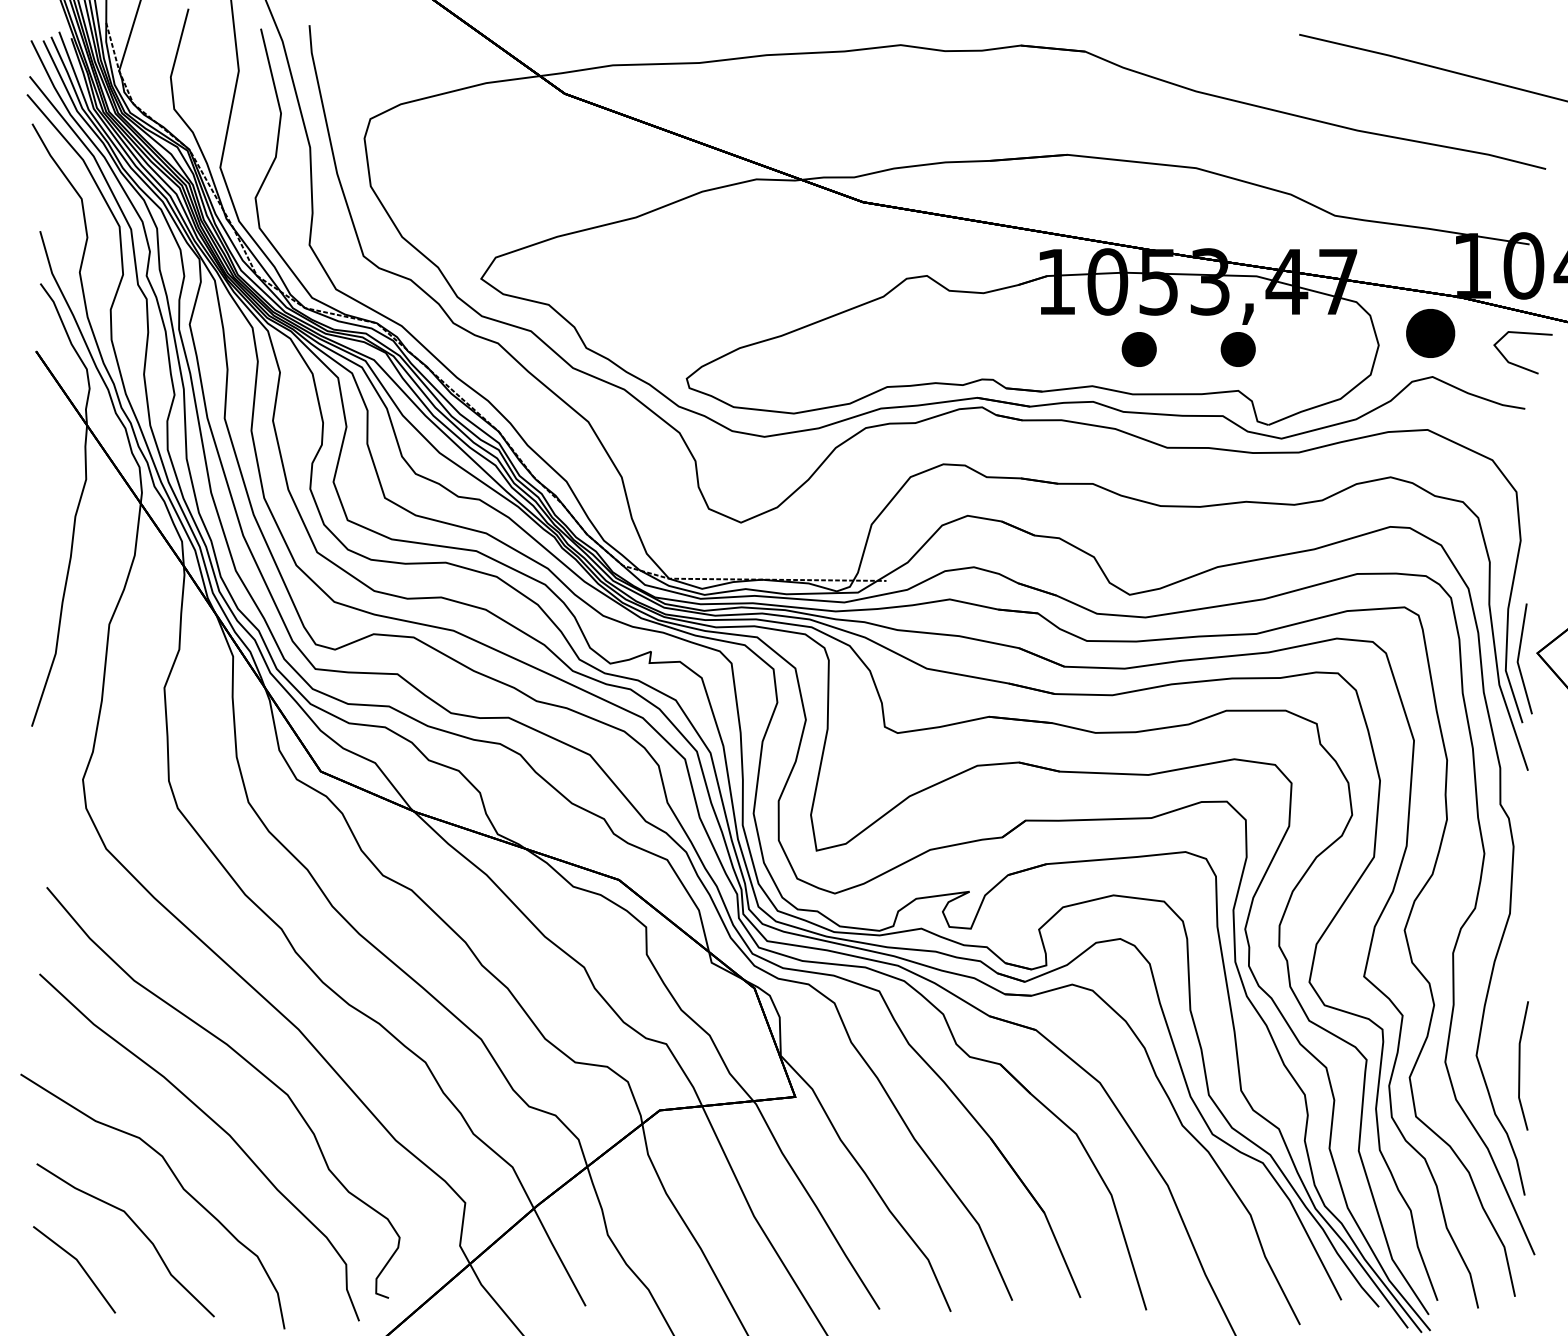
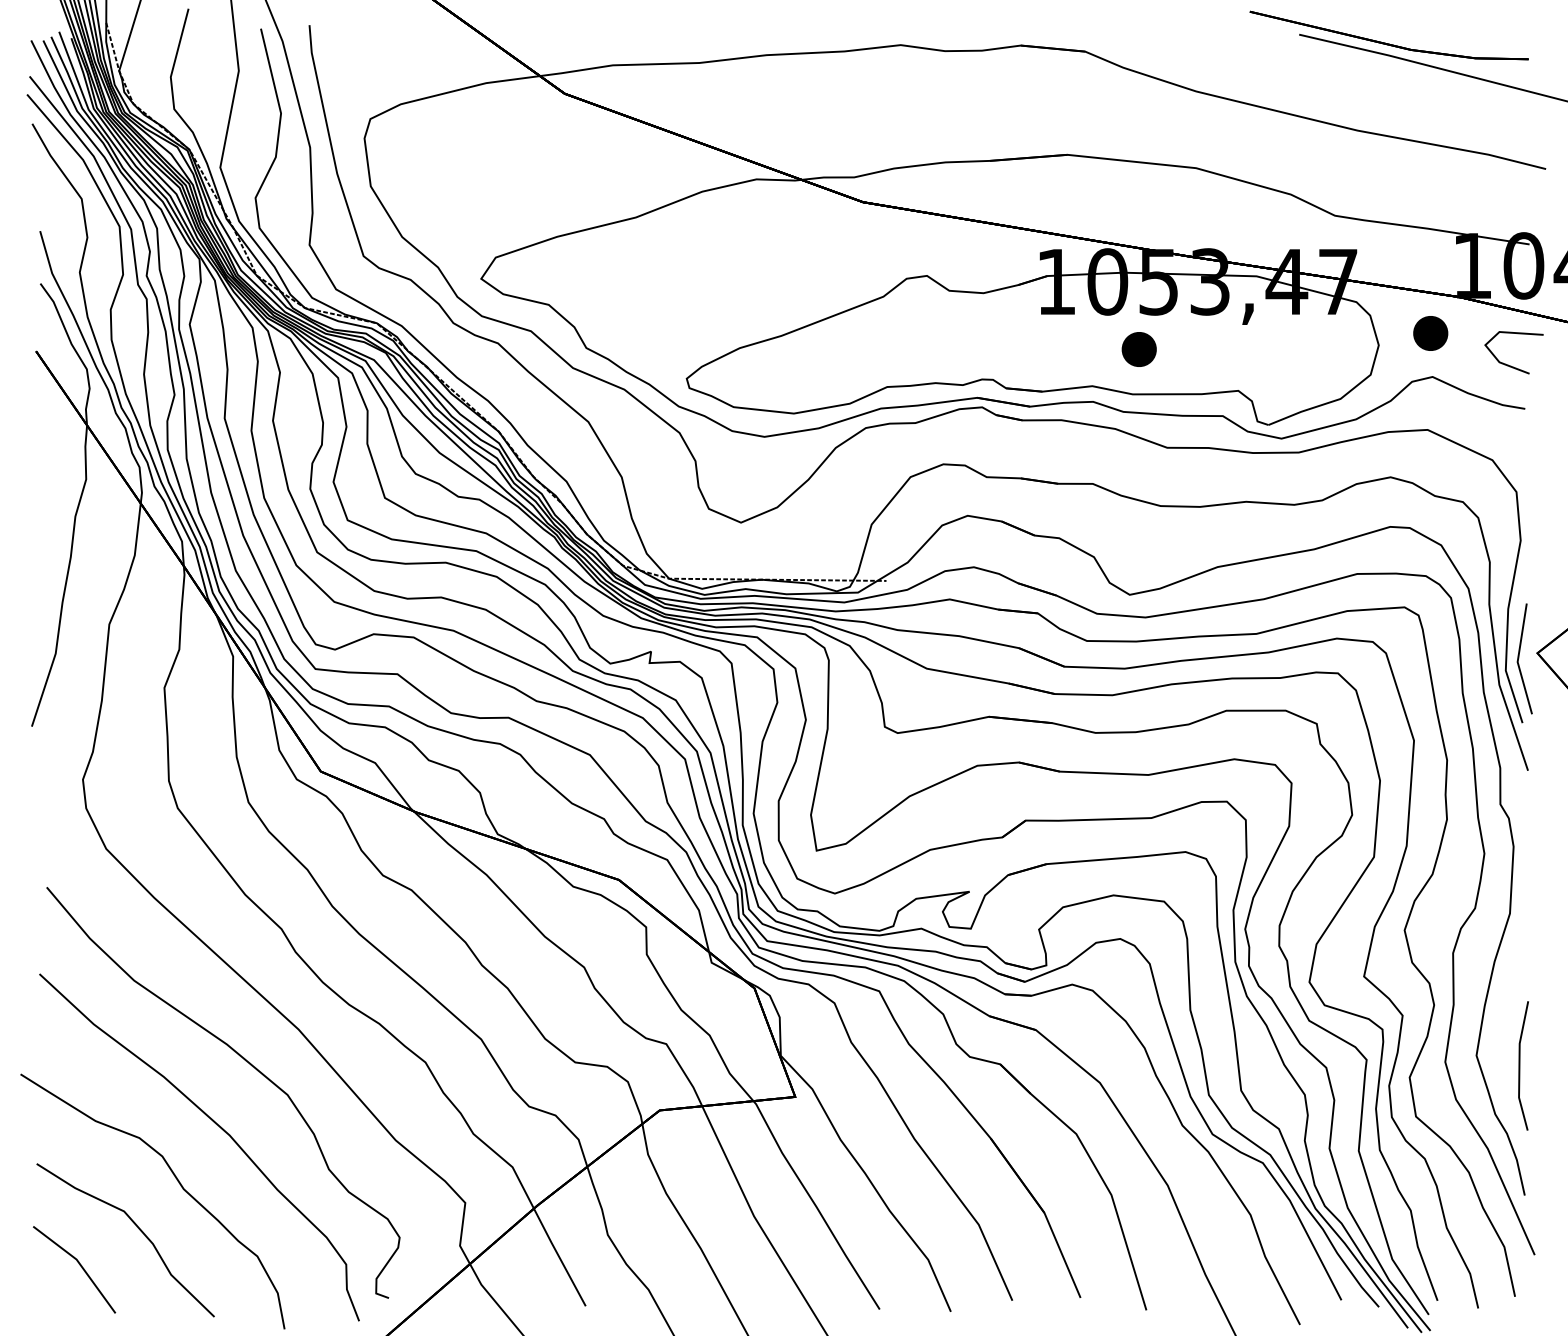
part at (1385, 42): none -> present
part at (1430, 333) size: 50x49 px -> 36x35 px
part at (1237, 349): present -> none
line at (1517, 364) position: (1517, 364) -> (1508, 364)
